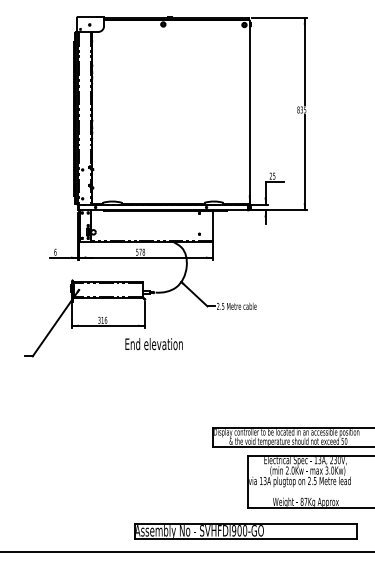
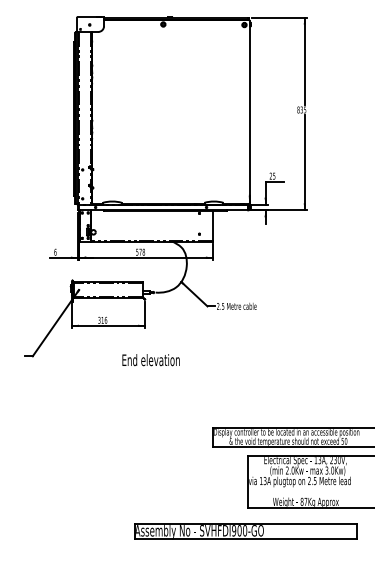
text at (153, 344) position: (153, 344) -> (150, 360)
line at (186, 551): present -> none
